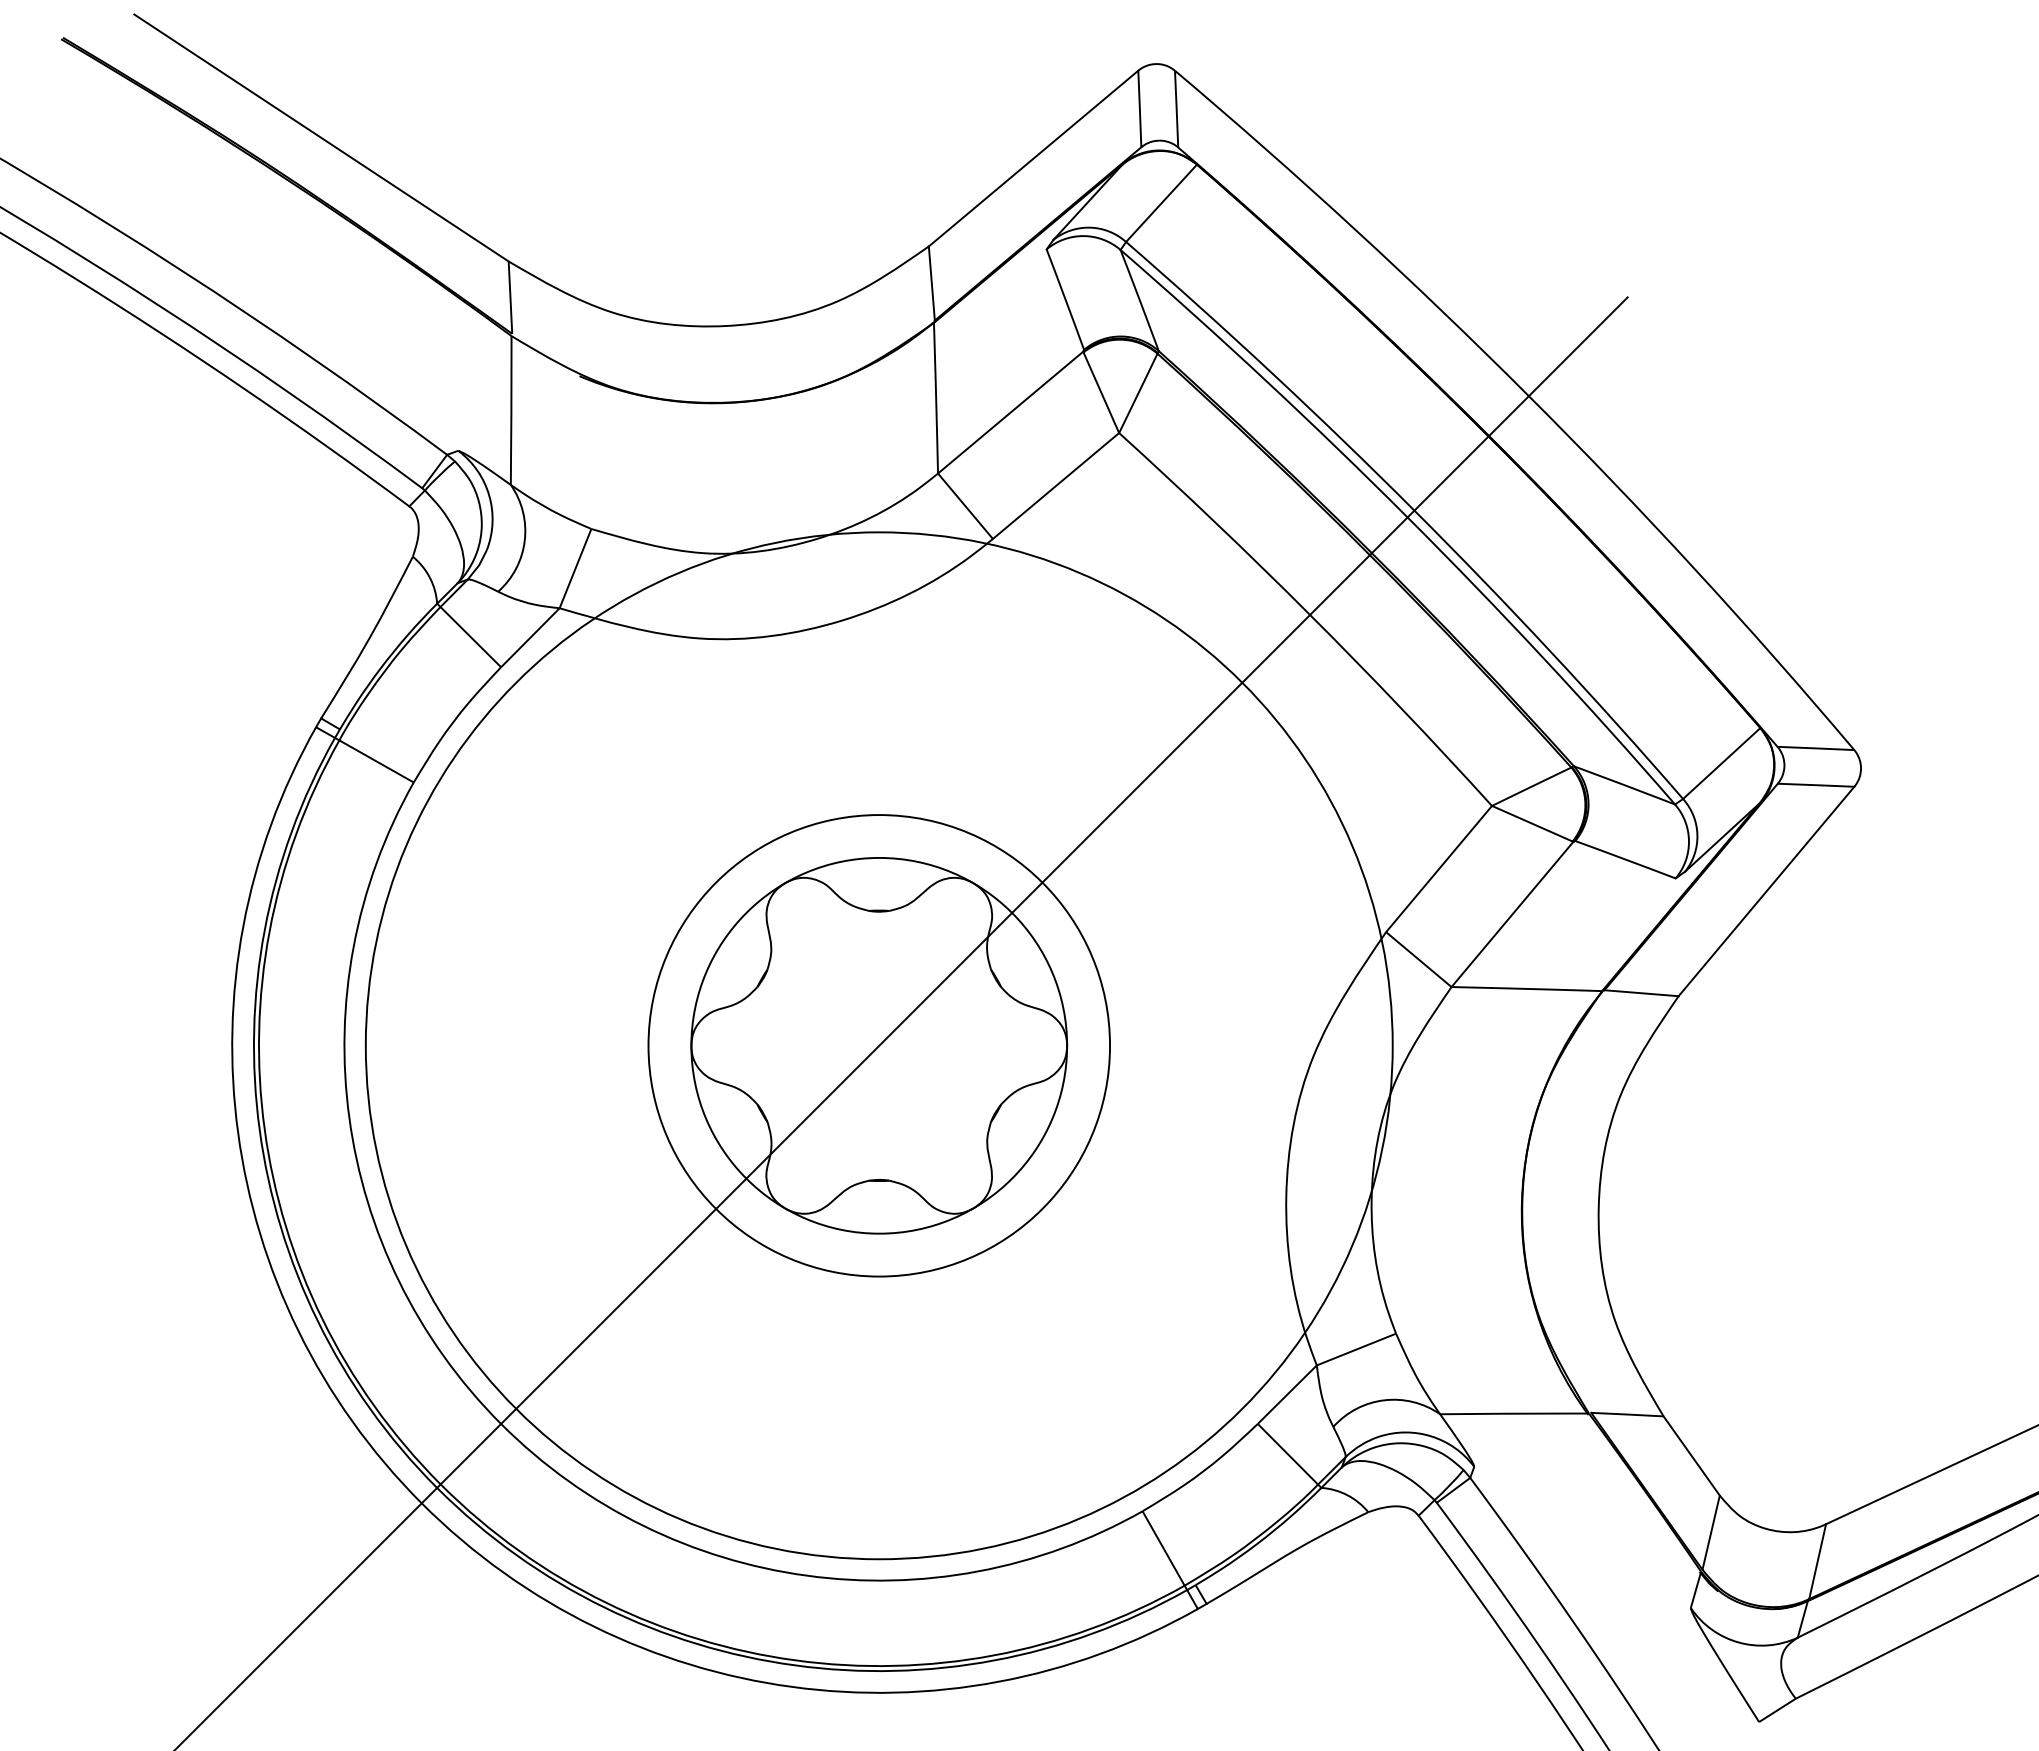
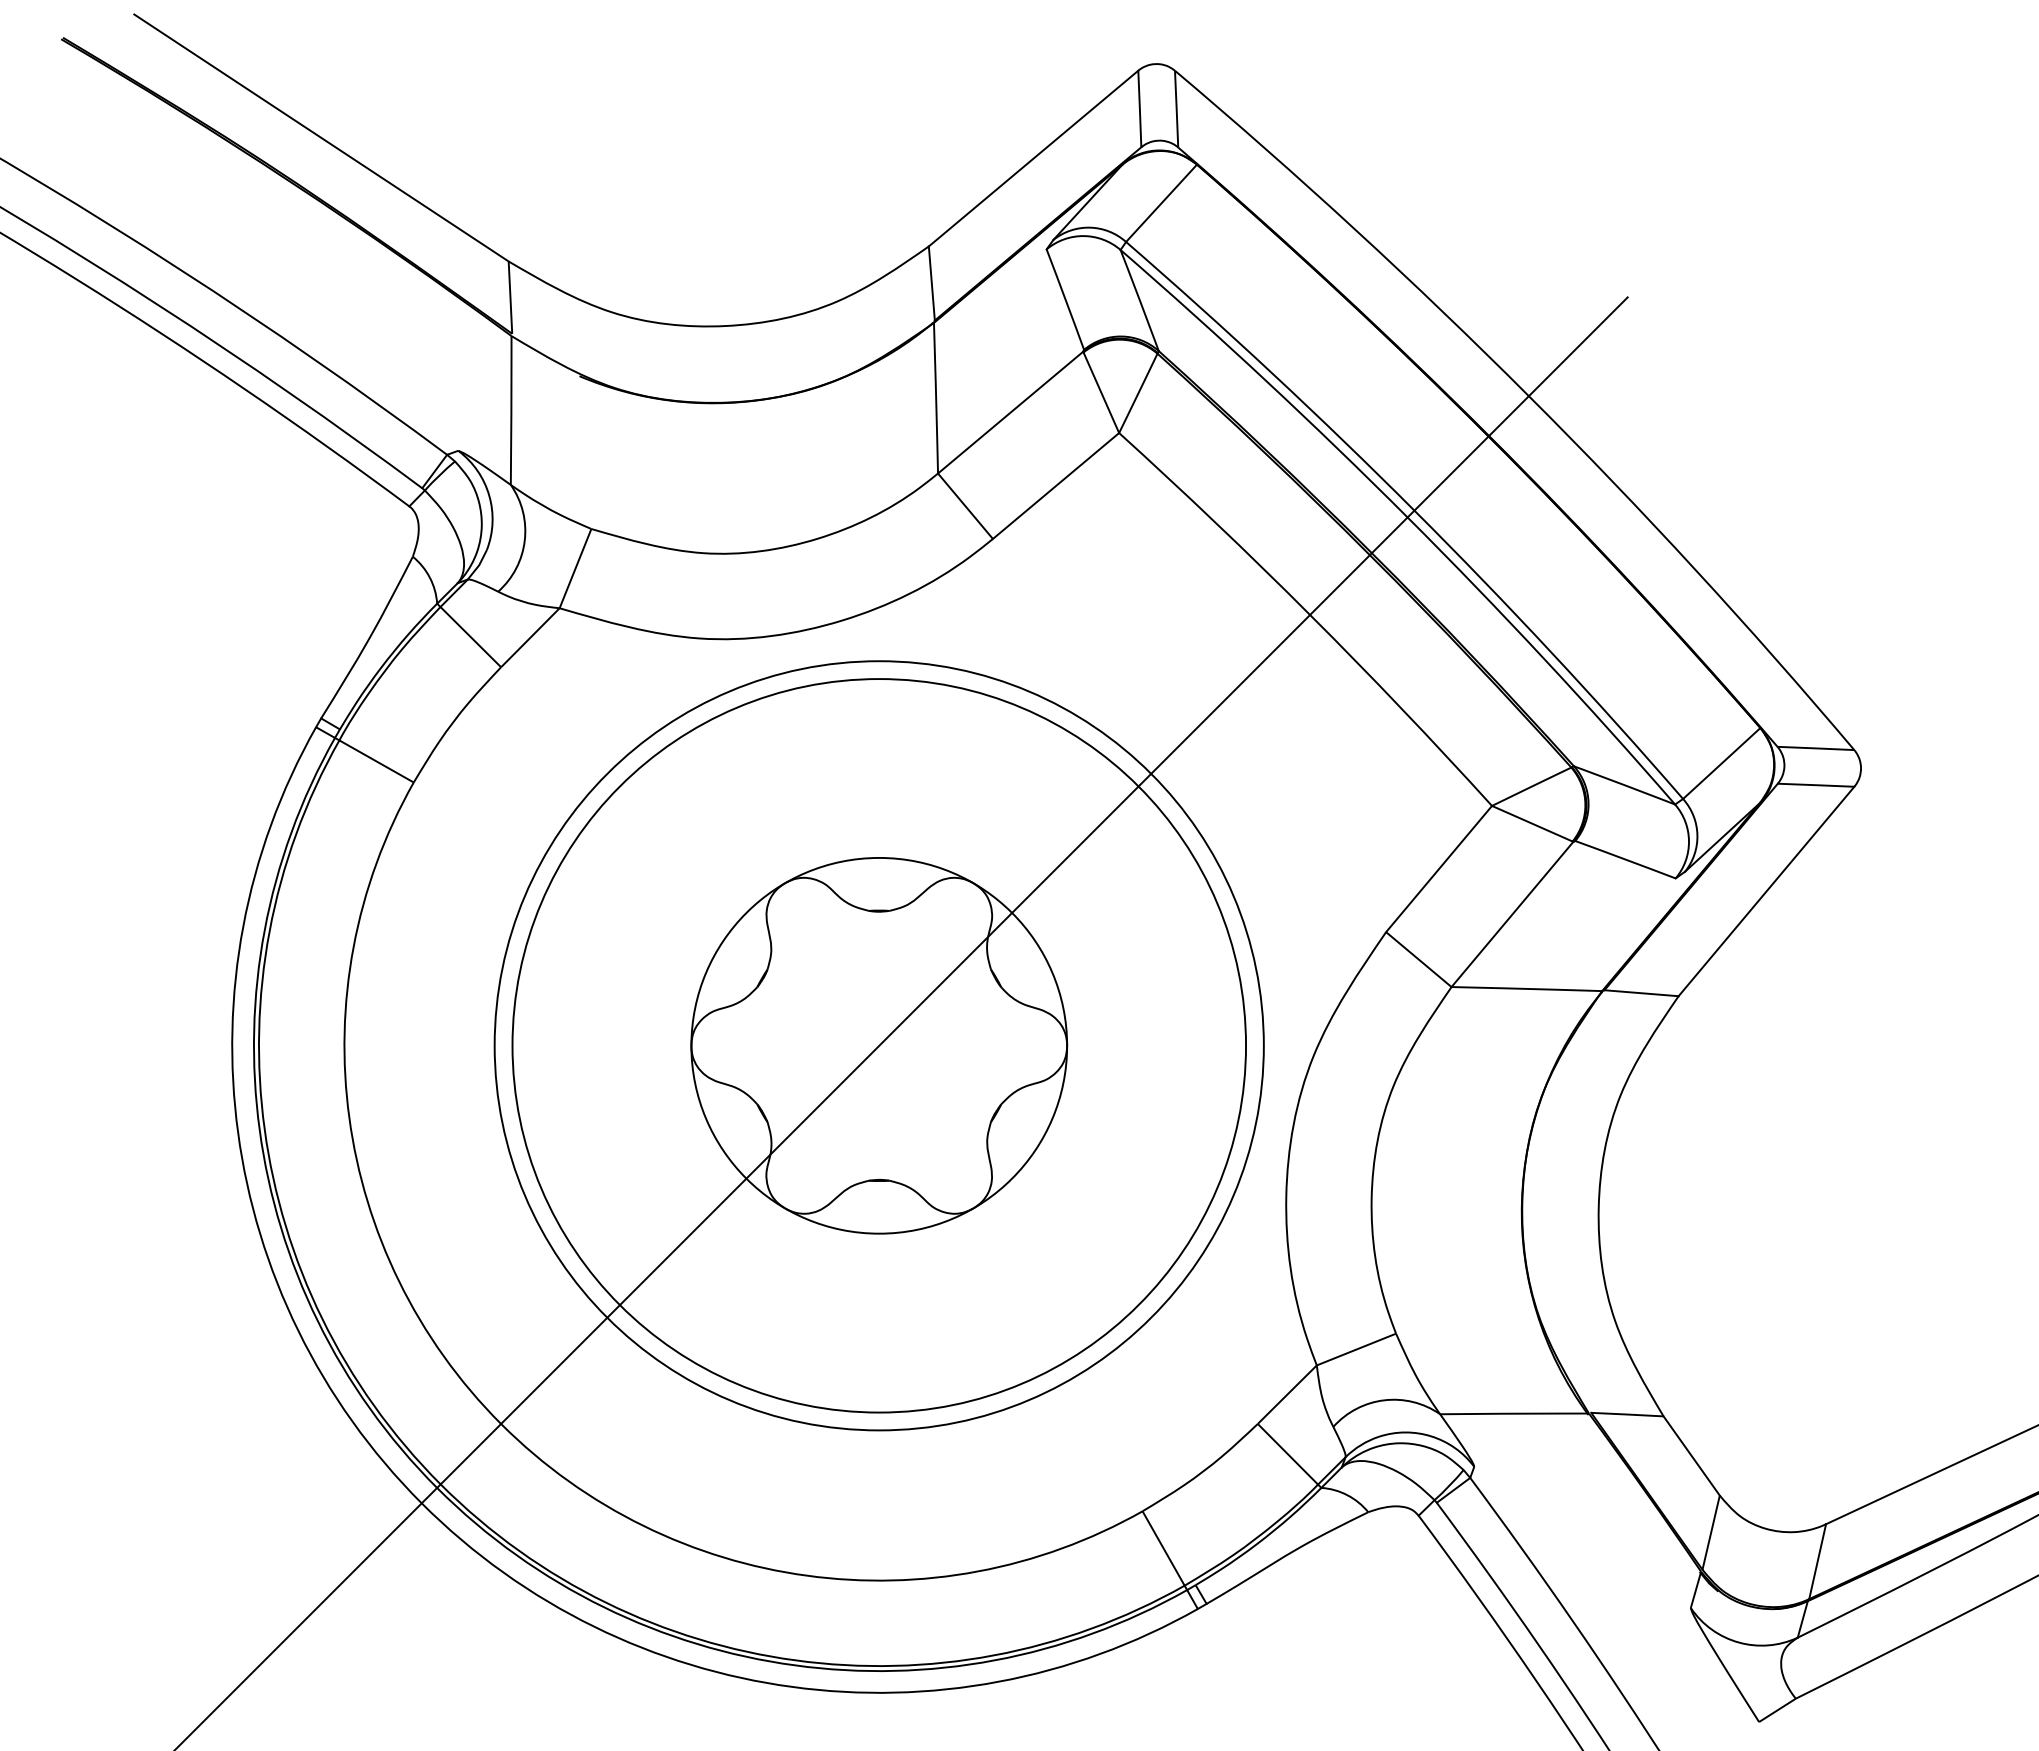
circle at (878, 1045) diameter: 1027 px -> 734 px
circle at (879, 1045) diameter: 462 px -> 769 px
